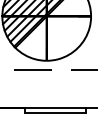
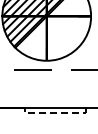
line at (54, 112): solid -> dashed
